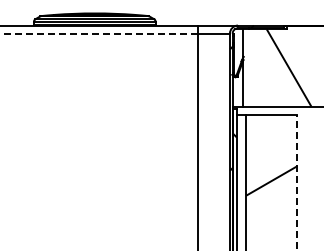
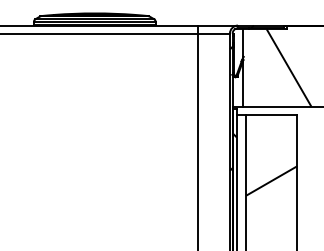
line at (98, 33): dashed -> solid
line at (297, 182): dashed -> solid
